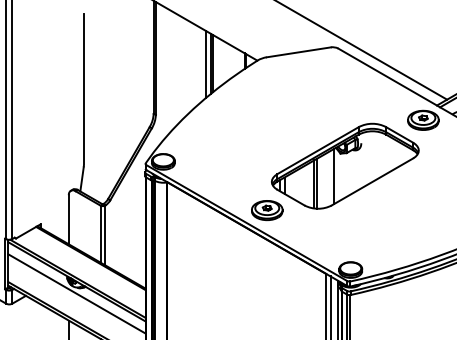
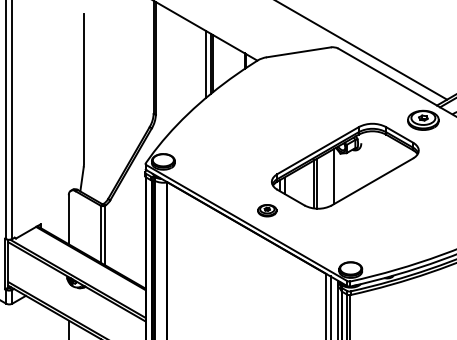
part at (267, 210) size: 33x22 px -> 21x14 px
line at (76, 293): present -> none
